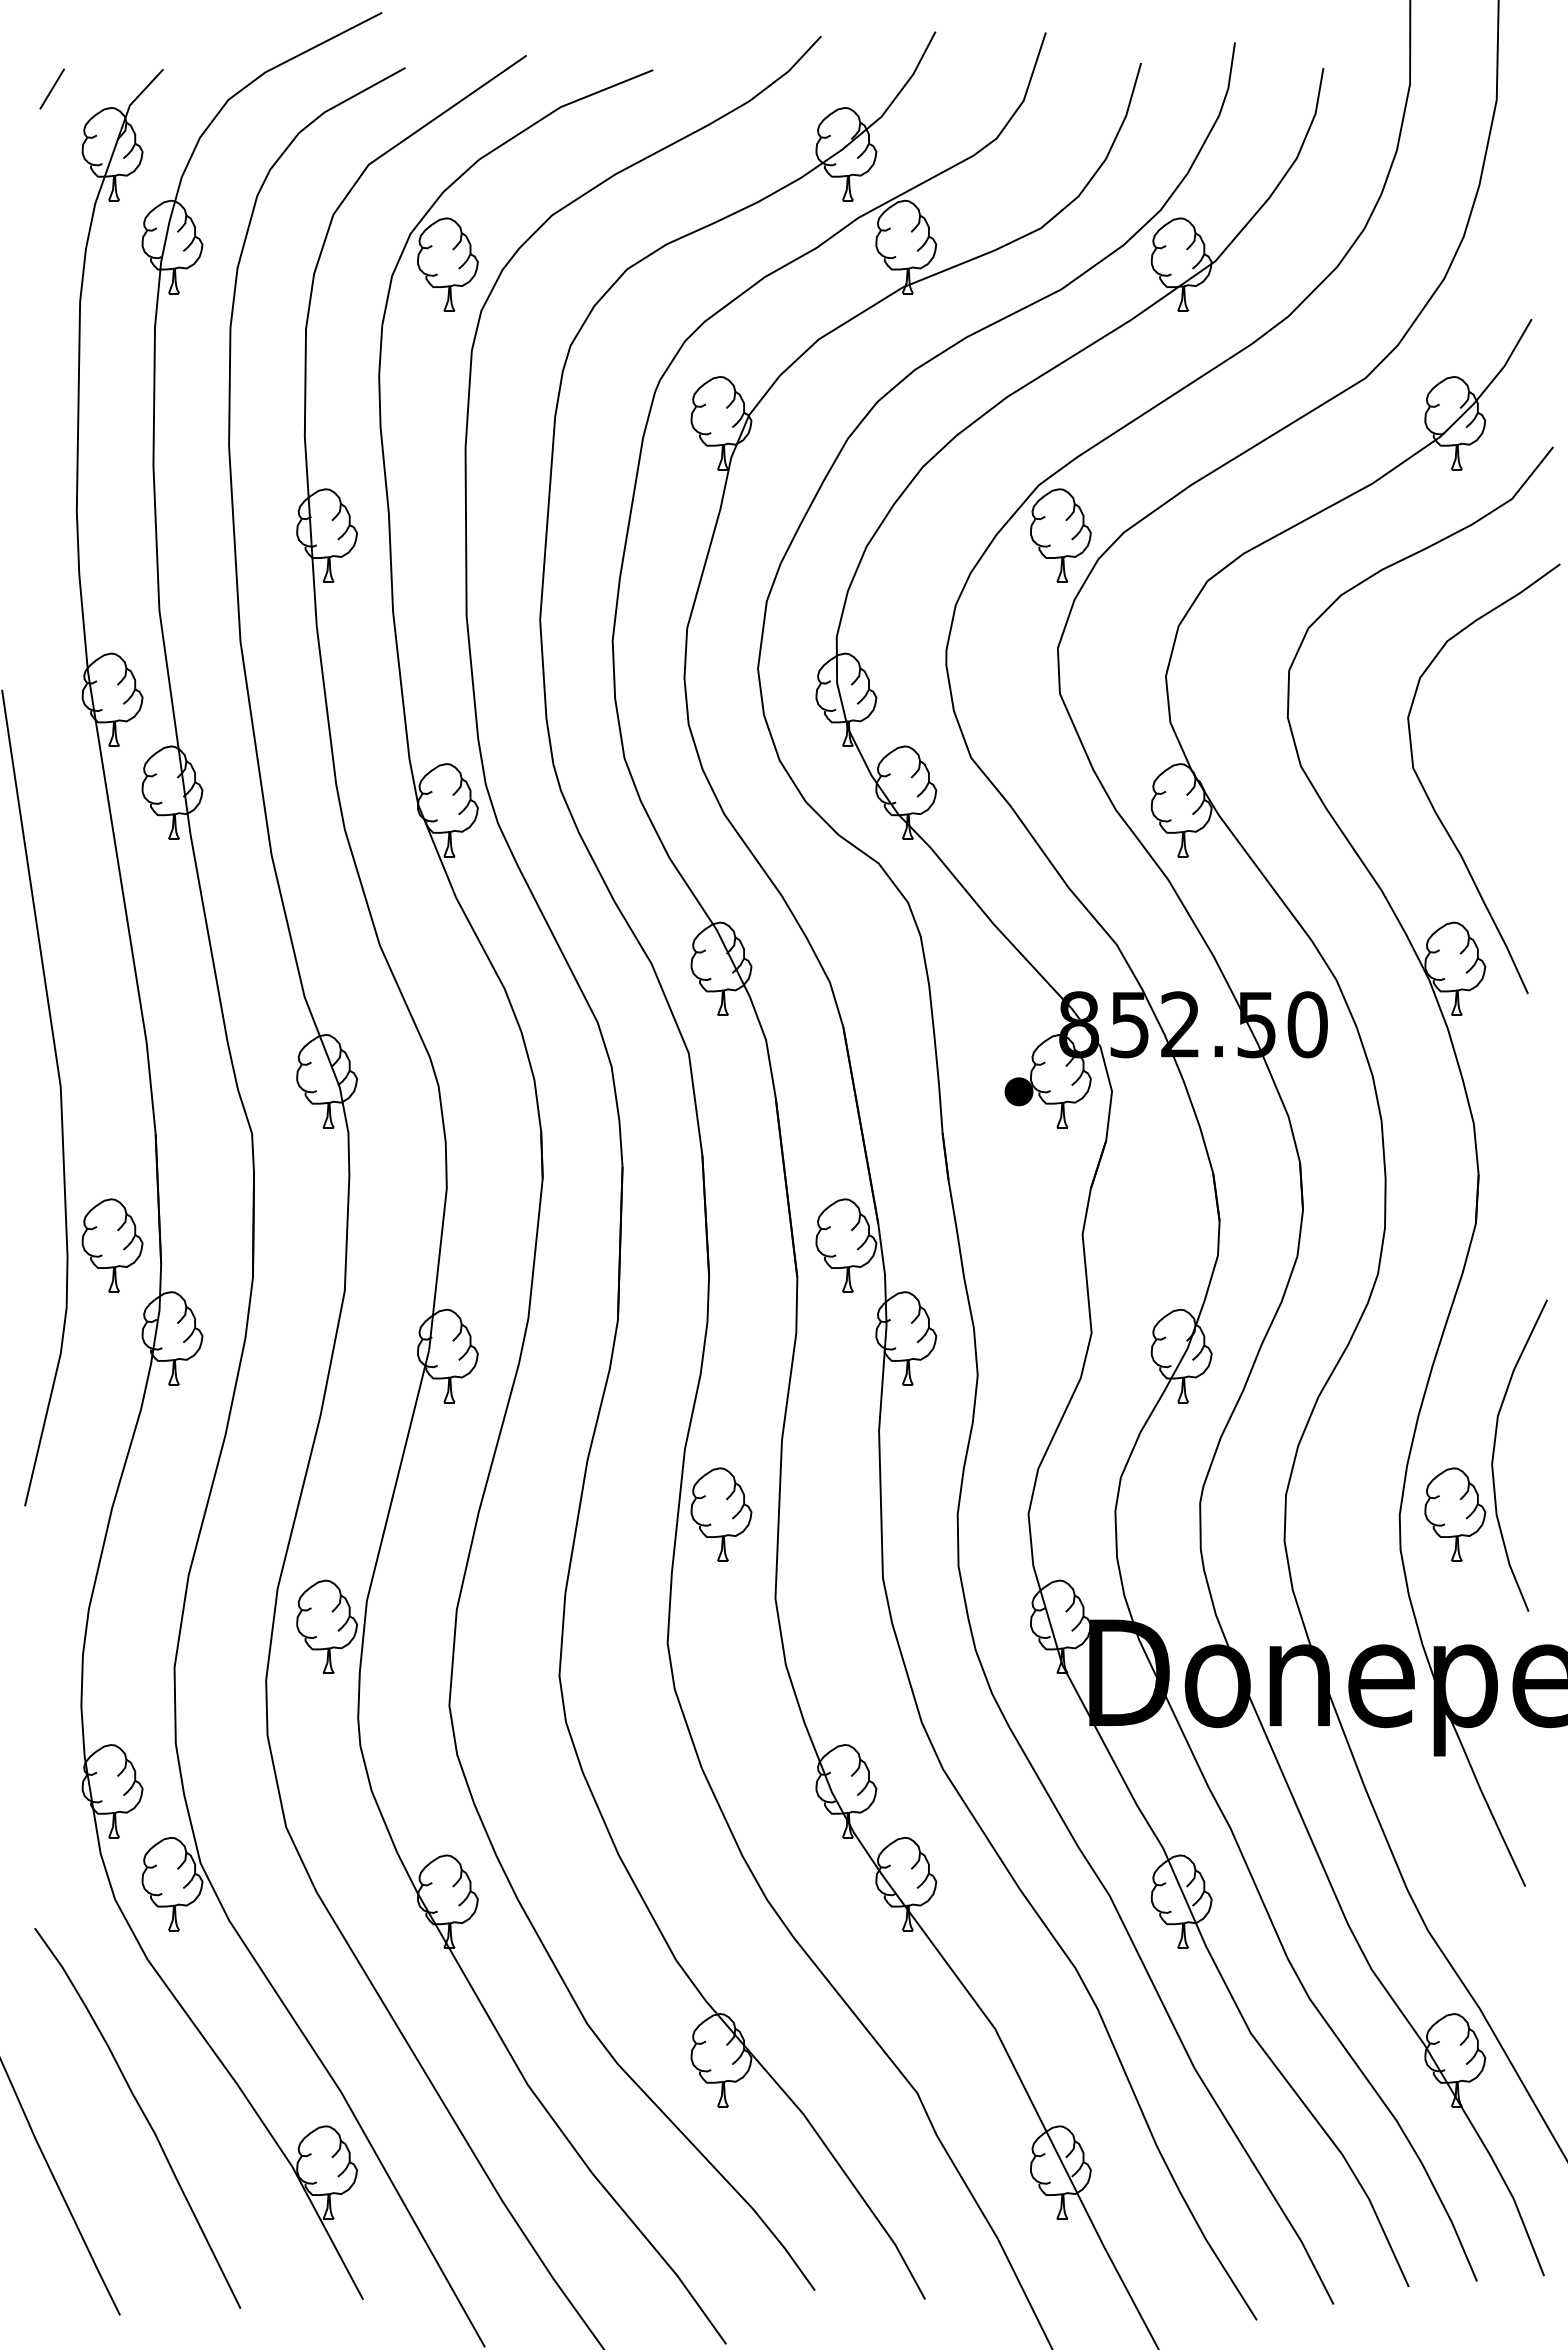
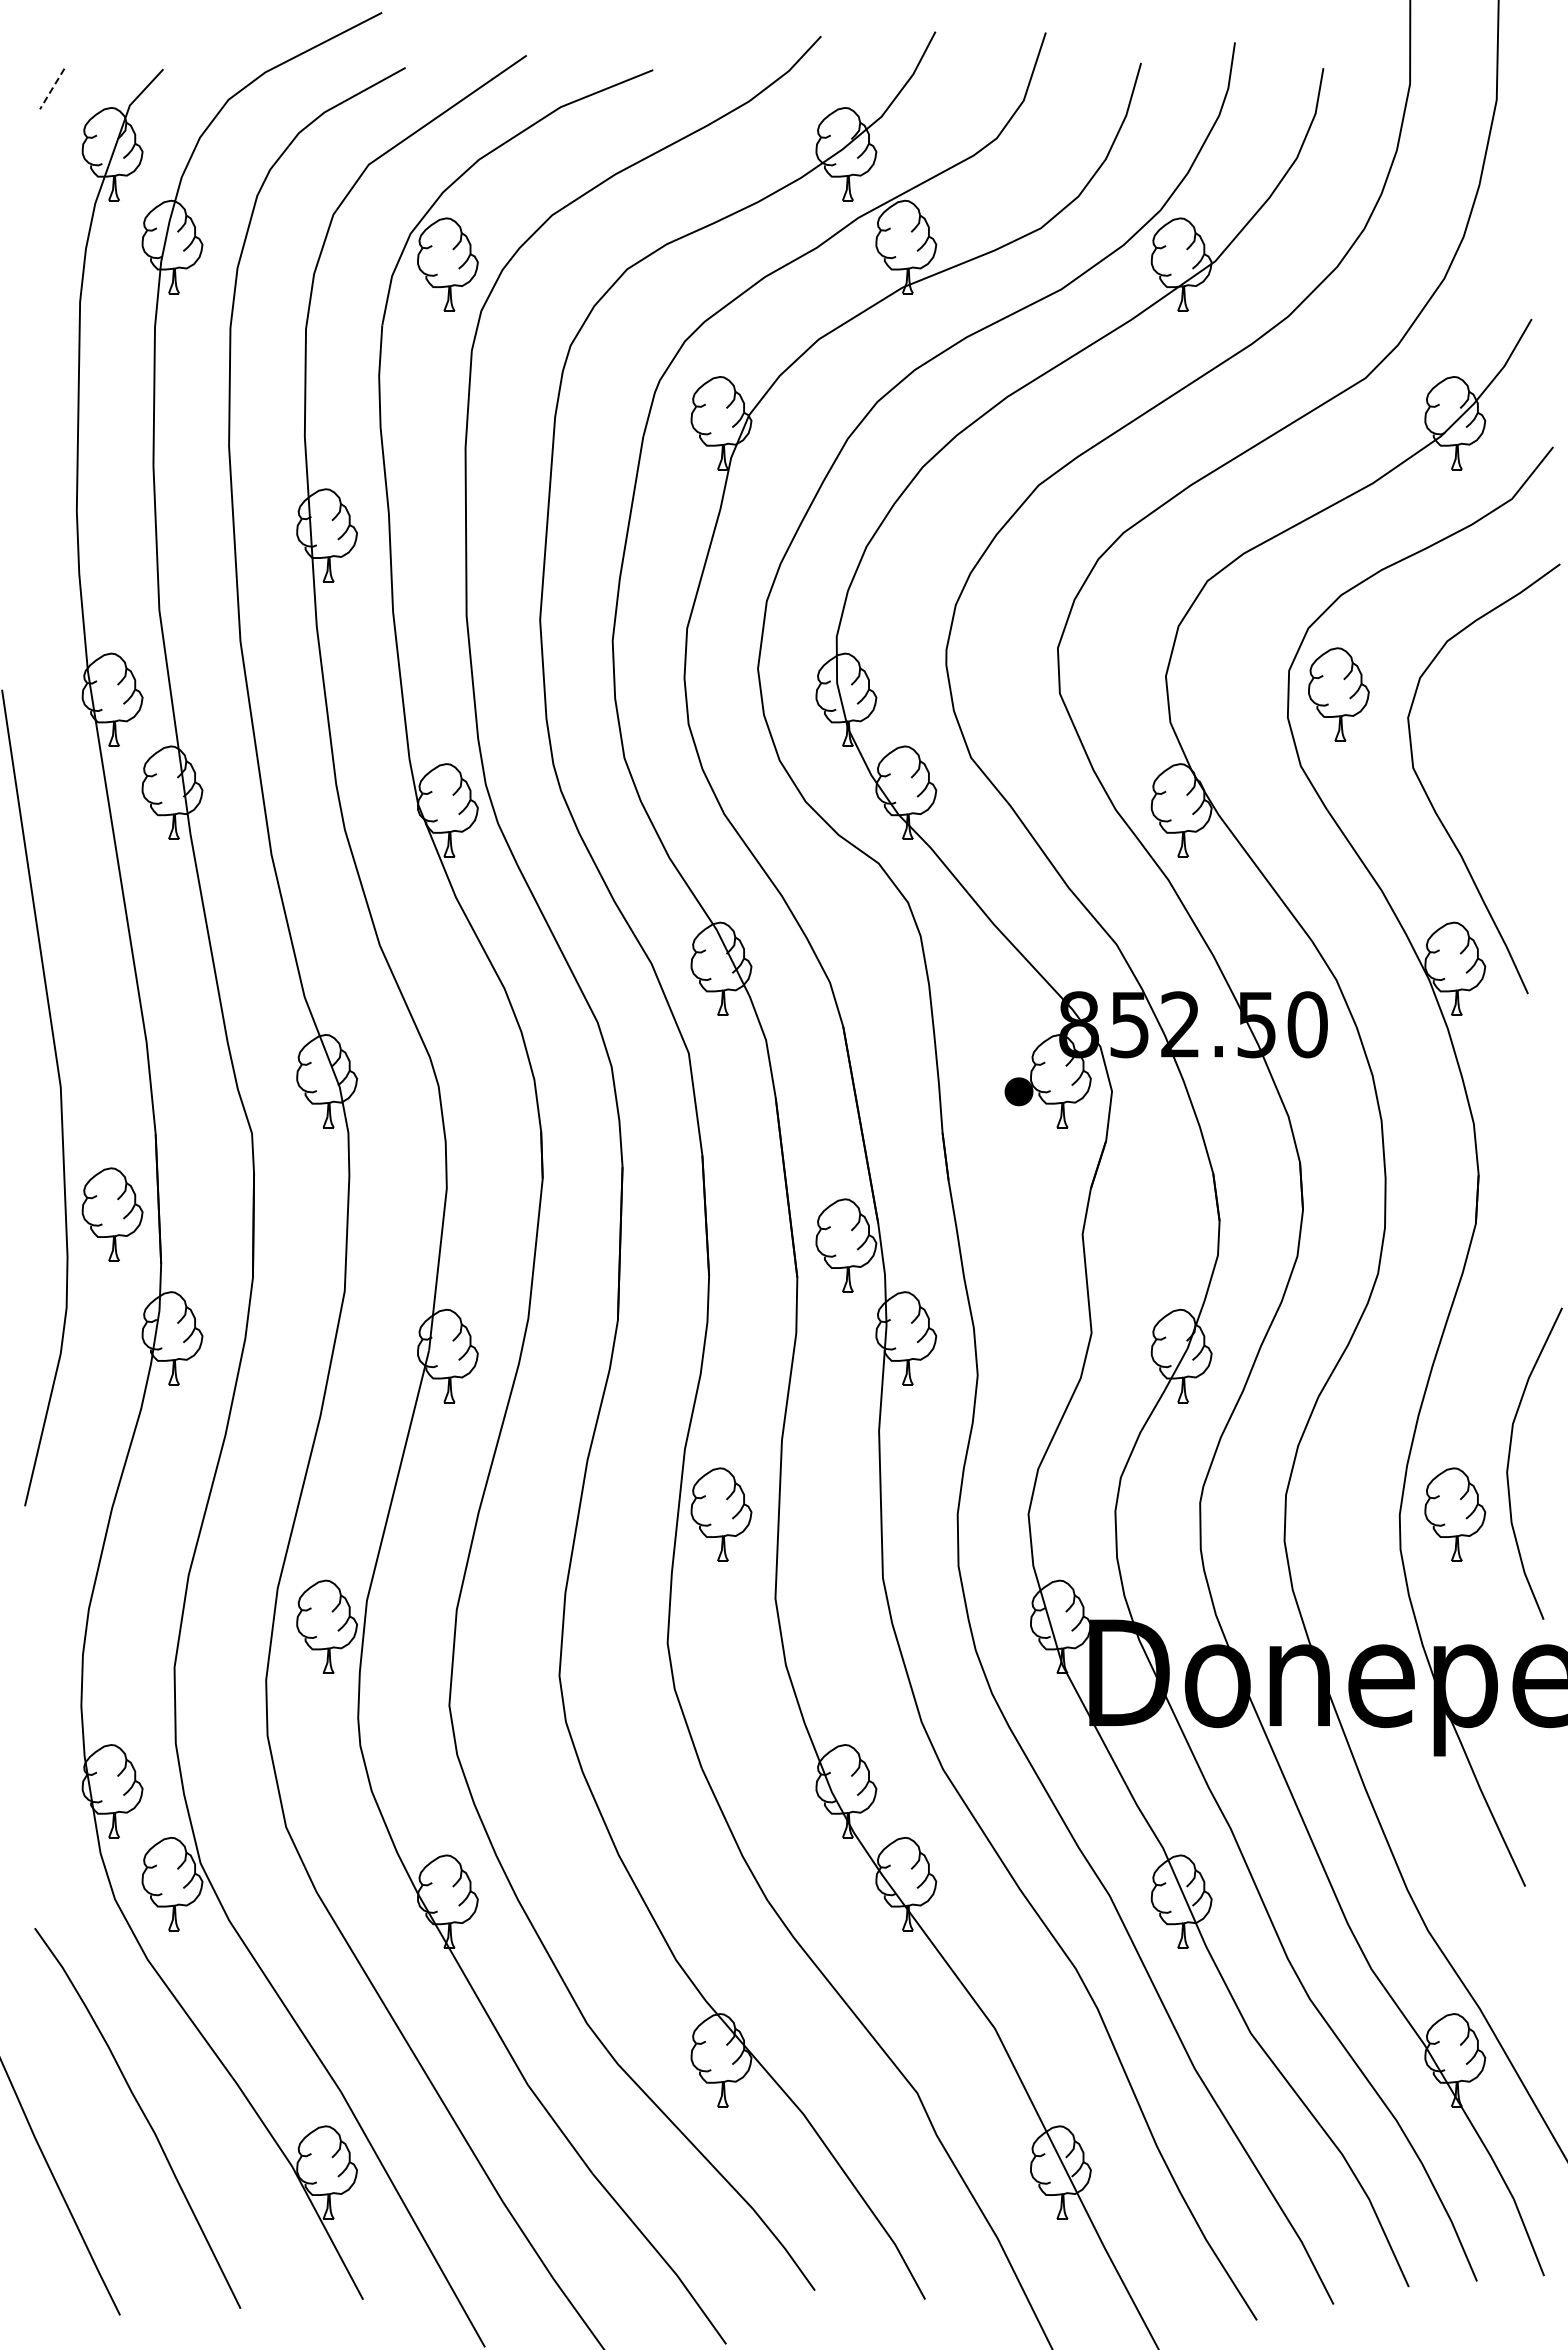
line at (52, 89): solid -> dashed
part at (1060, 535) position: (1060, 535) -> (1338, 694)
part at (112, 1245) position: (112, 1245) -> (112, 1214)
curve at (1494, 1455) position: (1494, 1455) -> (1509, 1463)
